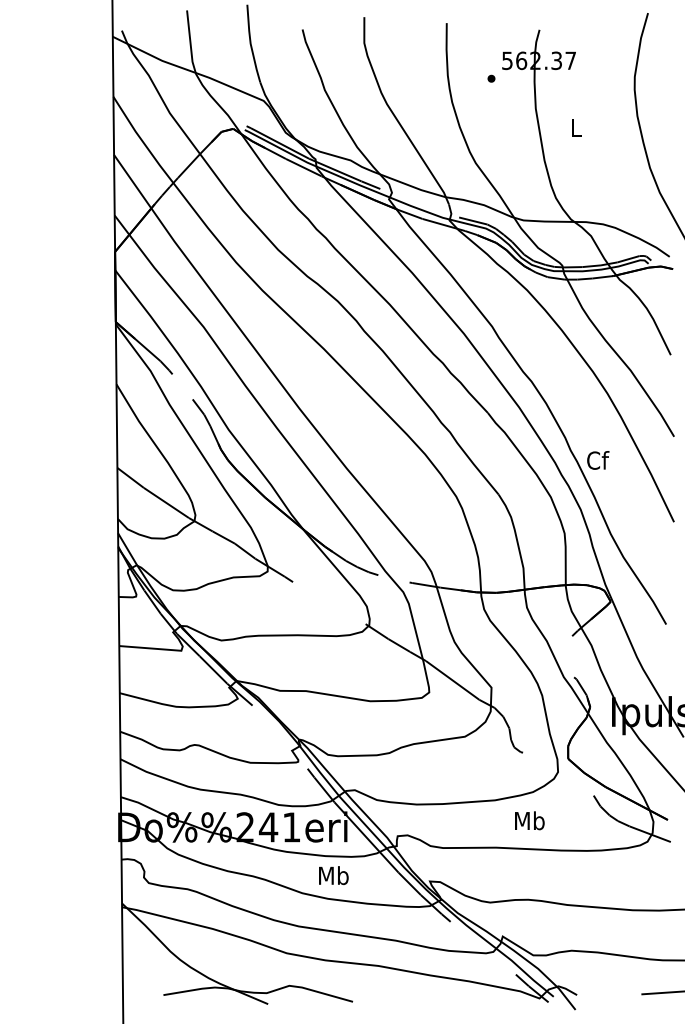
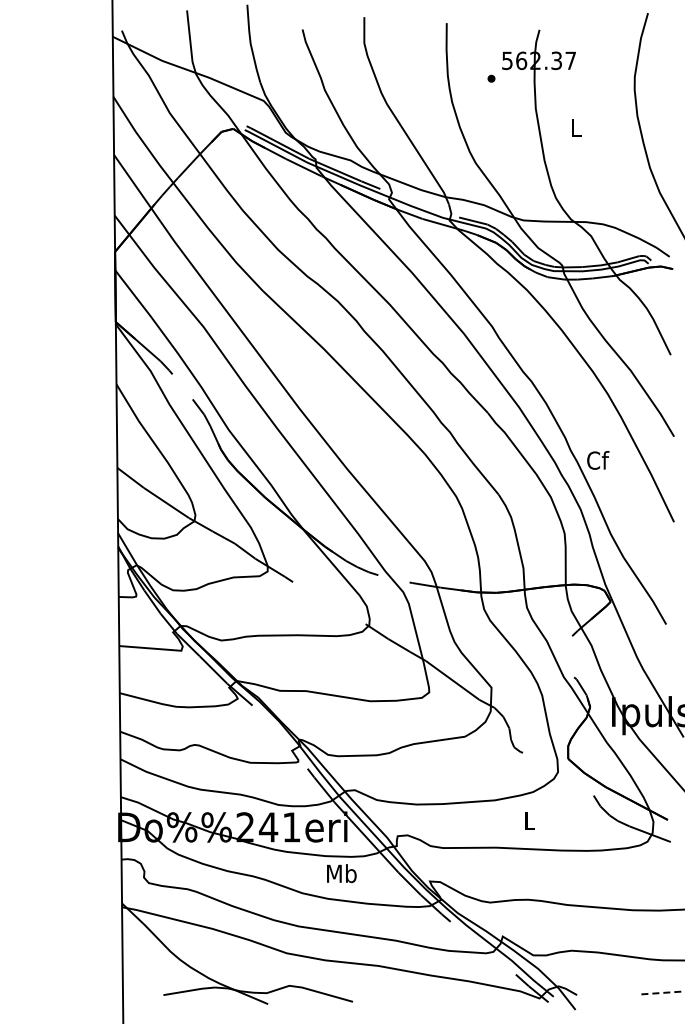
text at (529, 820): Mb -> L
text at (333, 875) position: (333, 875) -> (341, 873)
line at (663, 992): solid -> dashed
